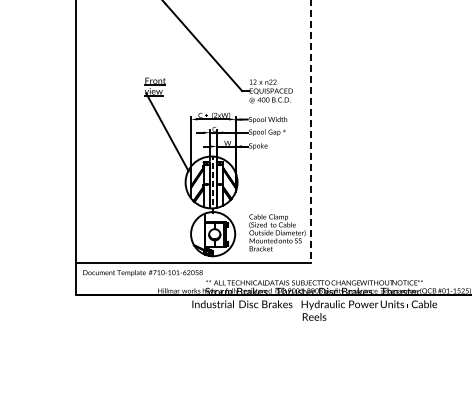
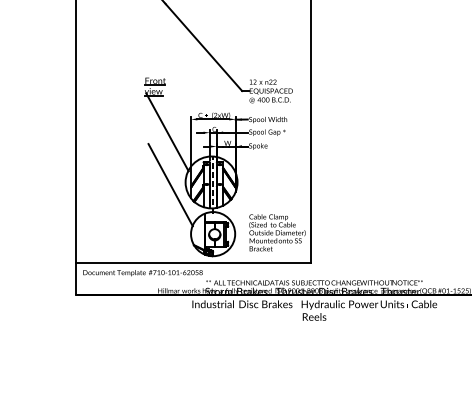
line at (311, 132): dashed -> solid
line at (170, 185): none -> present
